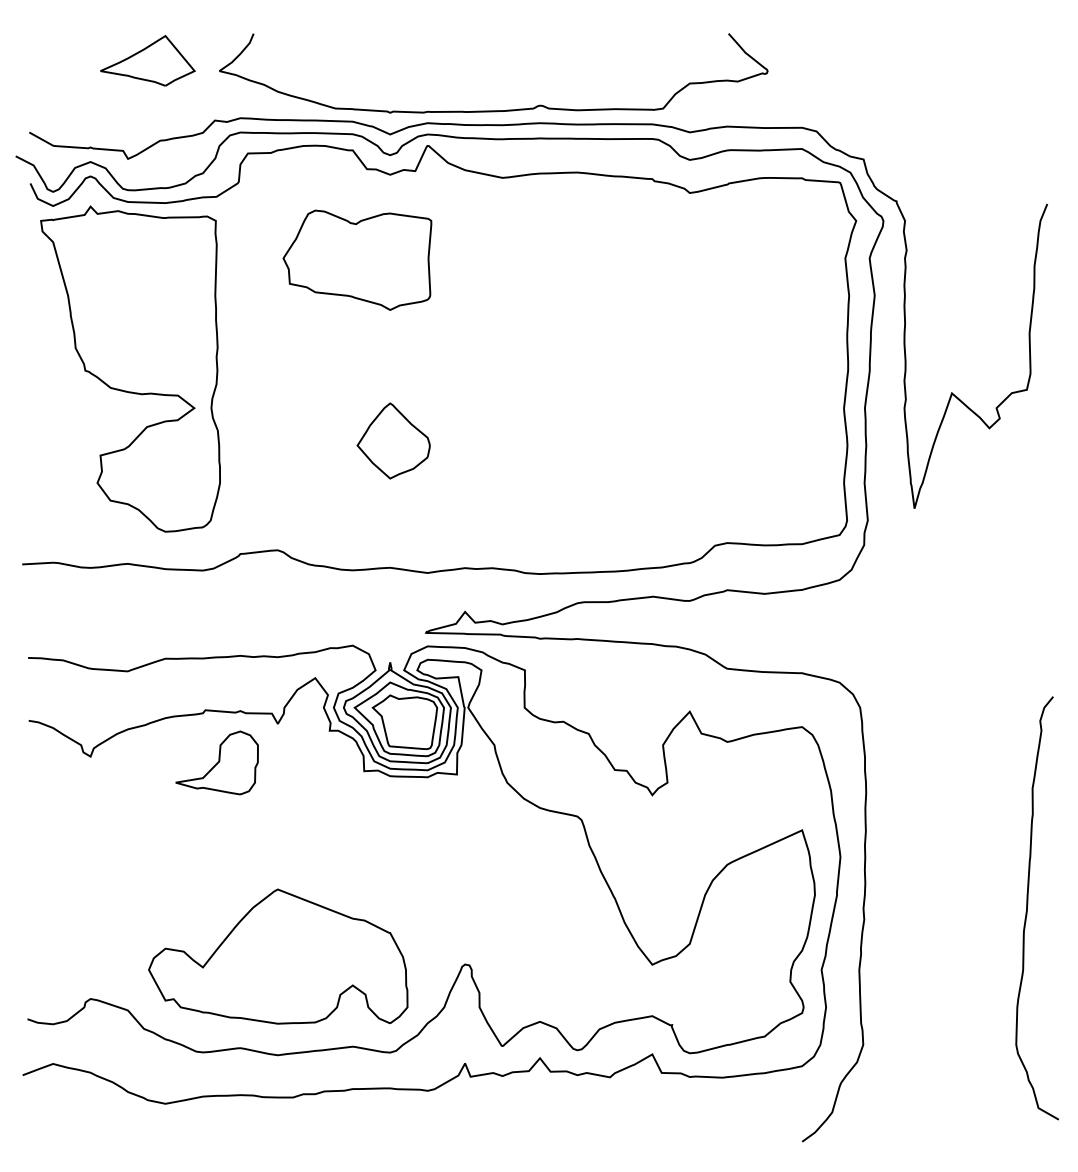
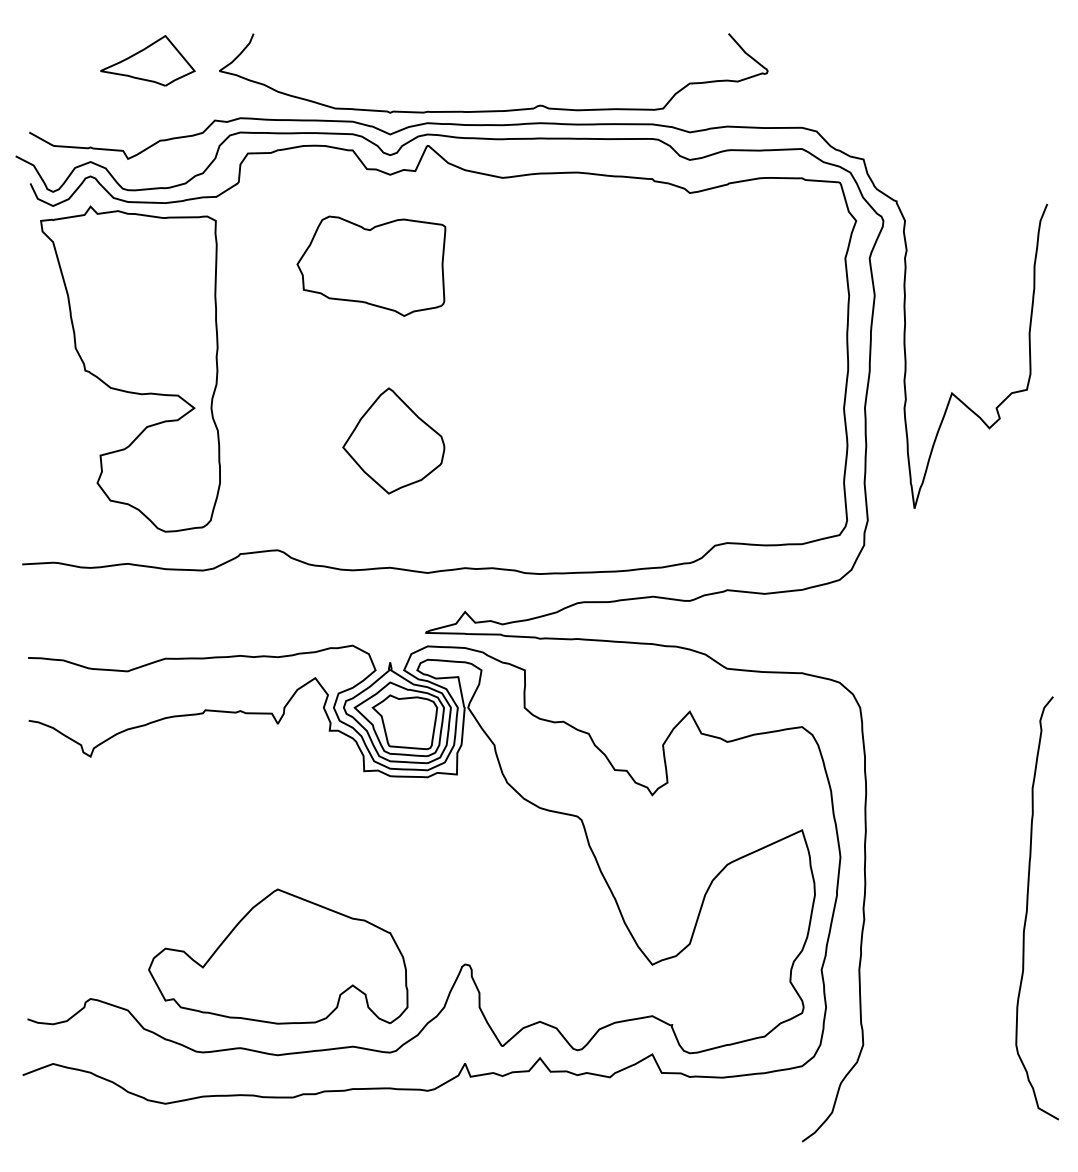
part at (357, 259) position: (357, 259) -> (371, 265)
part at (393, 440) size: 75x78 px -> 104x108 px
part at (216, 762): present -> none
